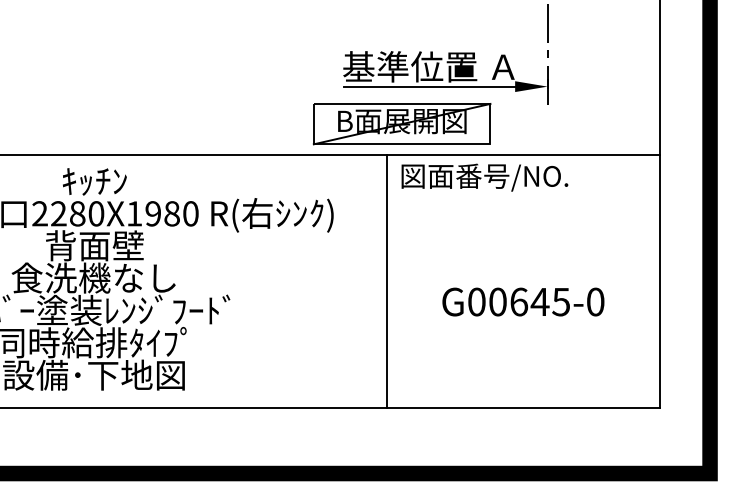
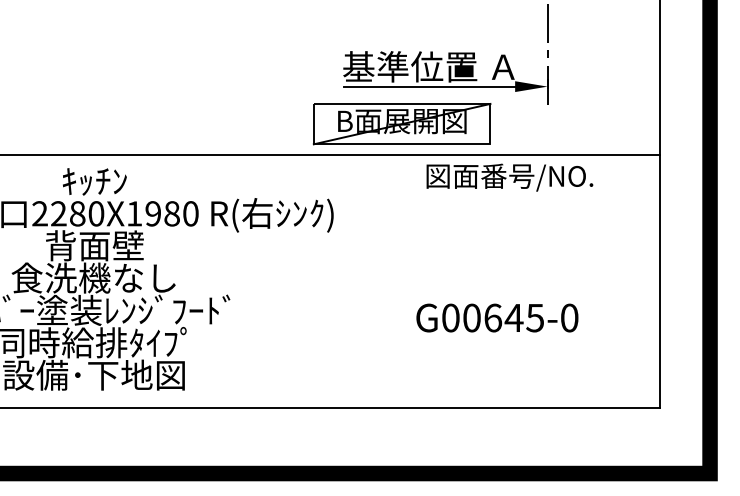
text at (484, 177) position: (484, 177) -> (509, 177)
line at (386, 281): present -> none
text at (523, 301) position: (523, 301) -> (497, 317)
